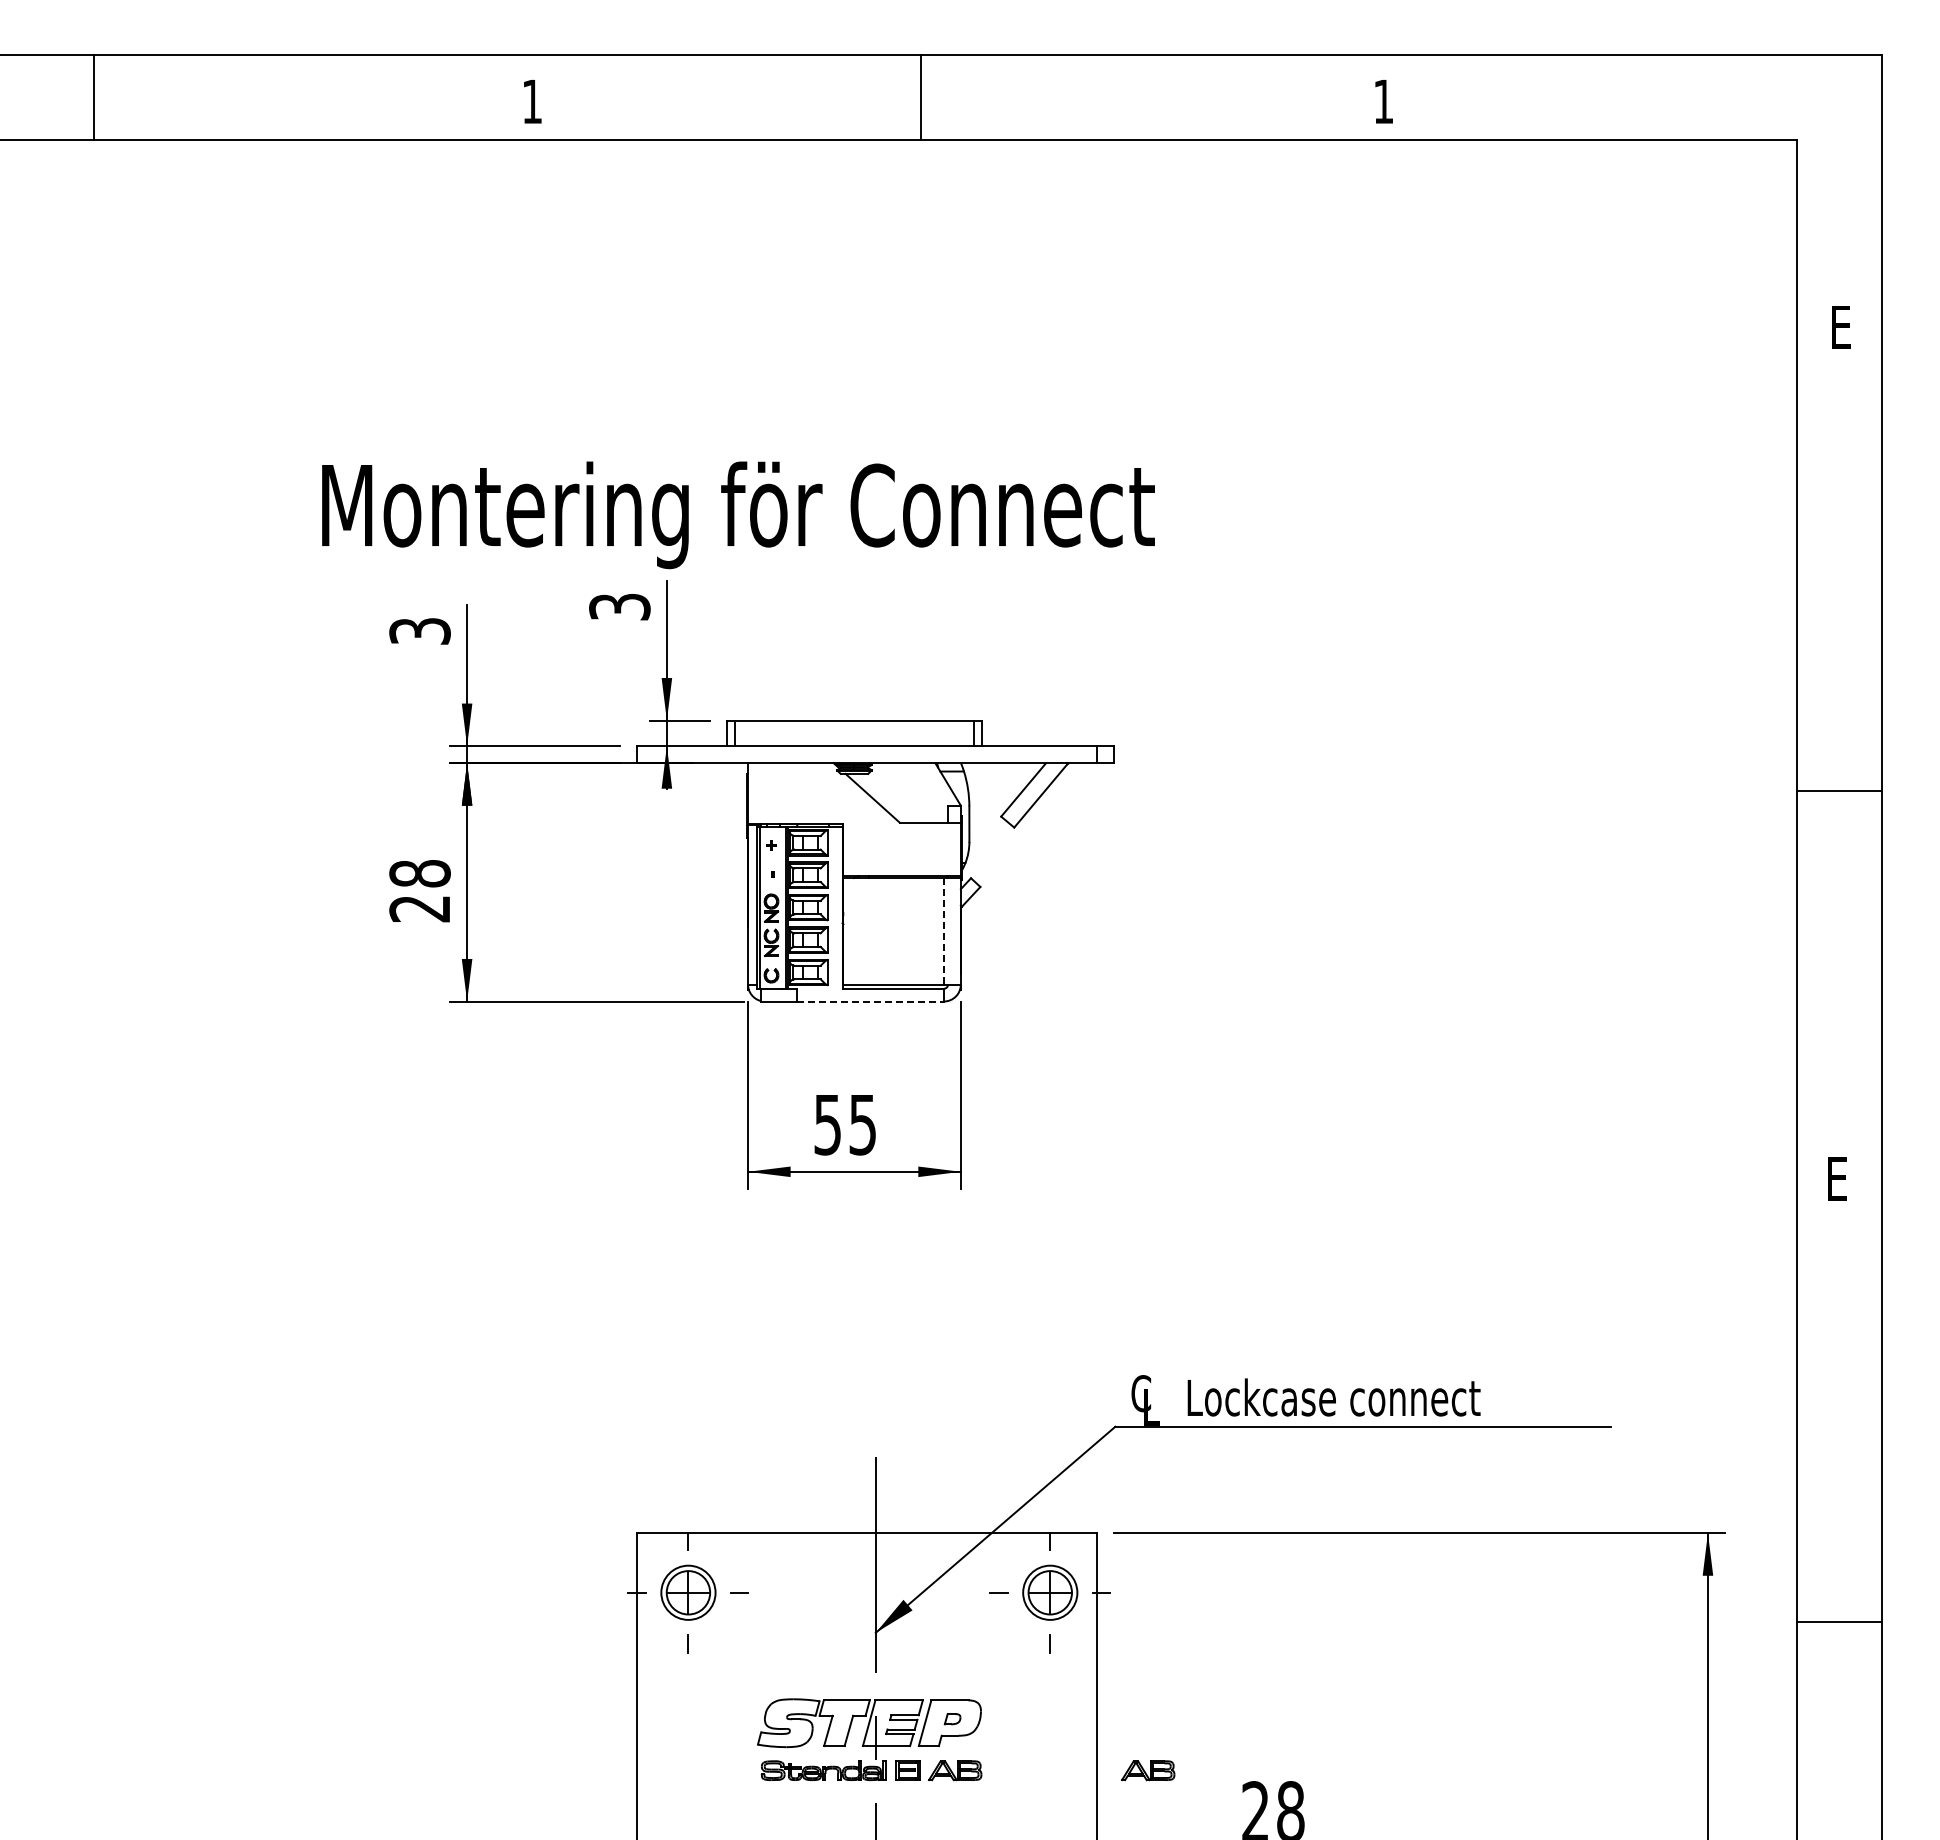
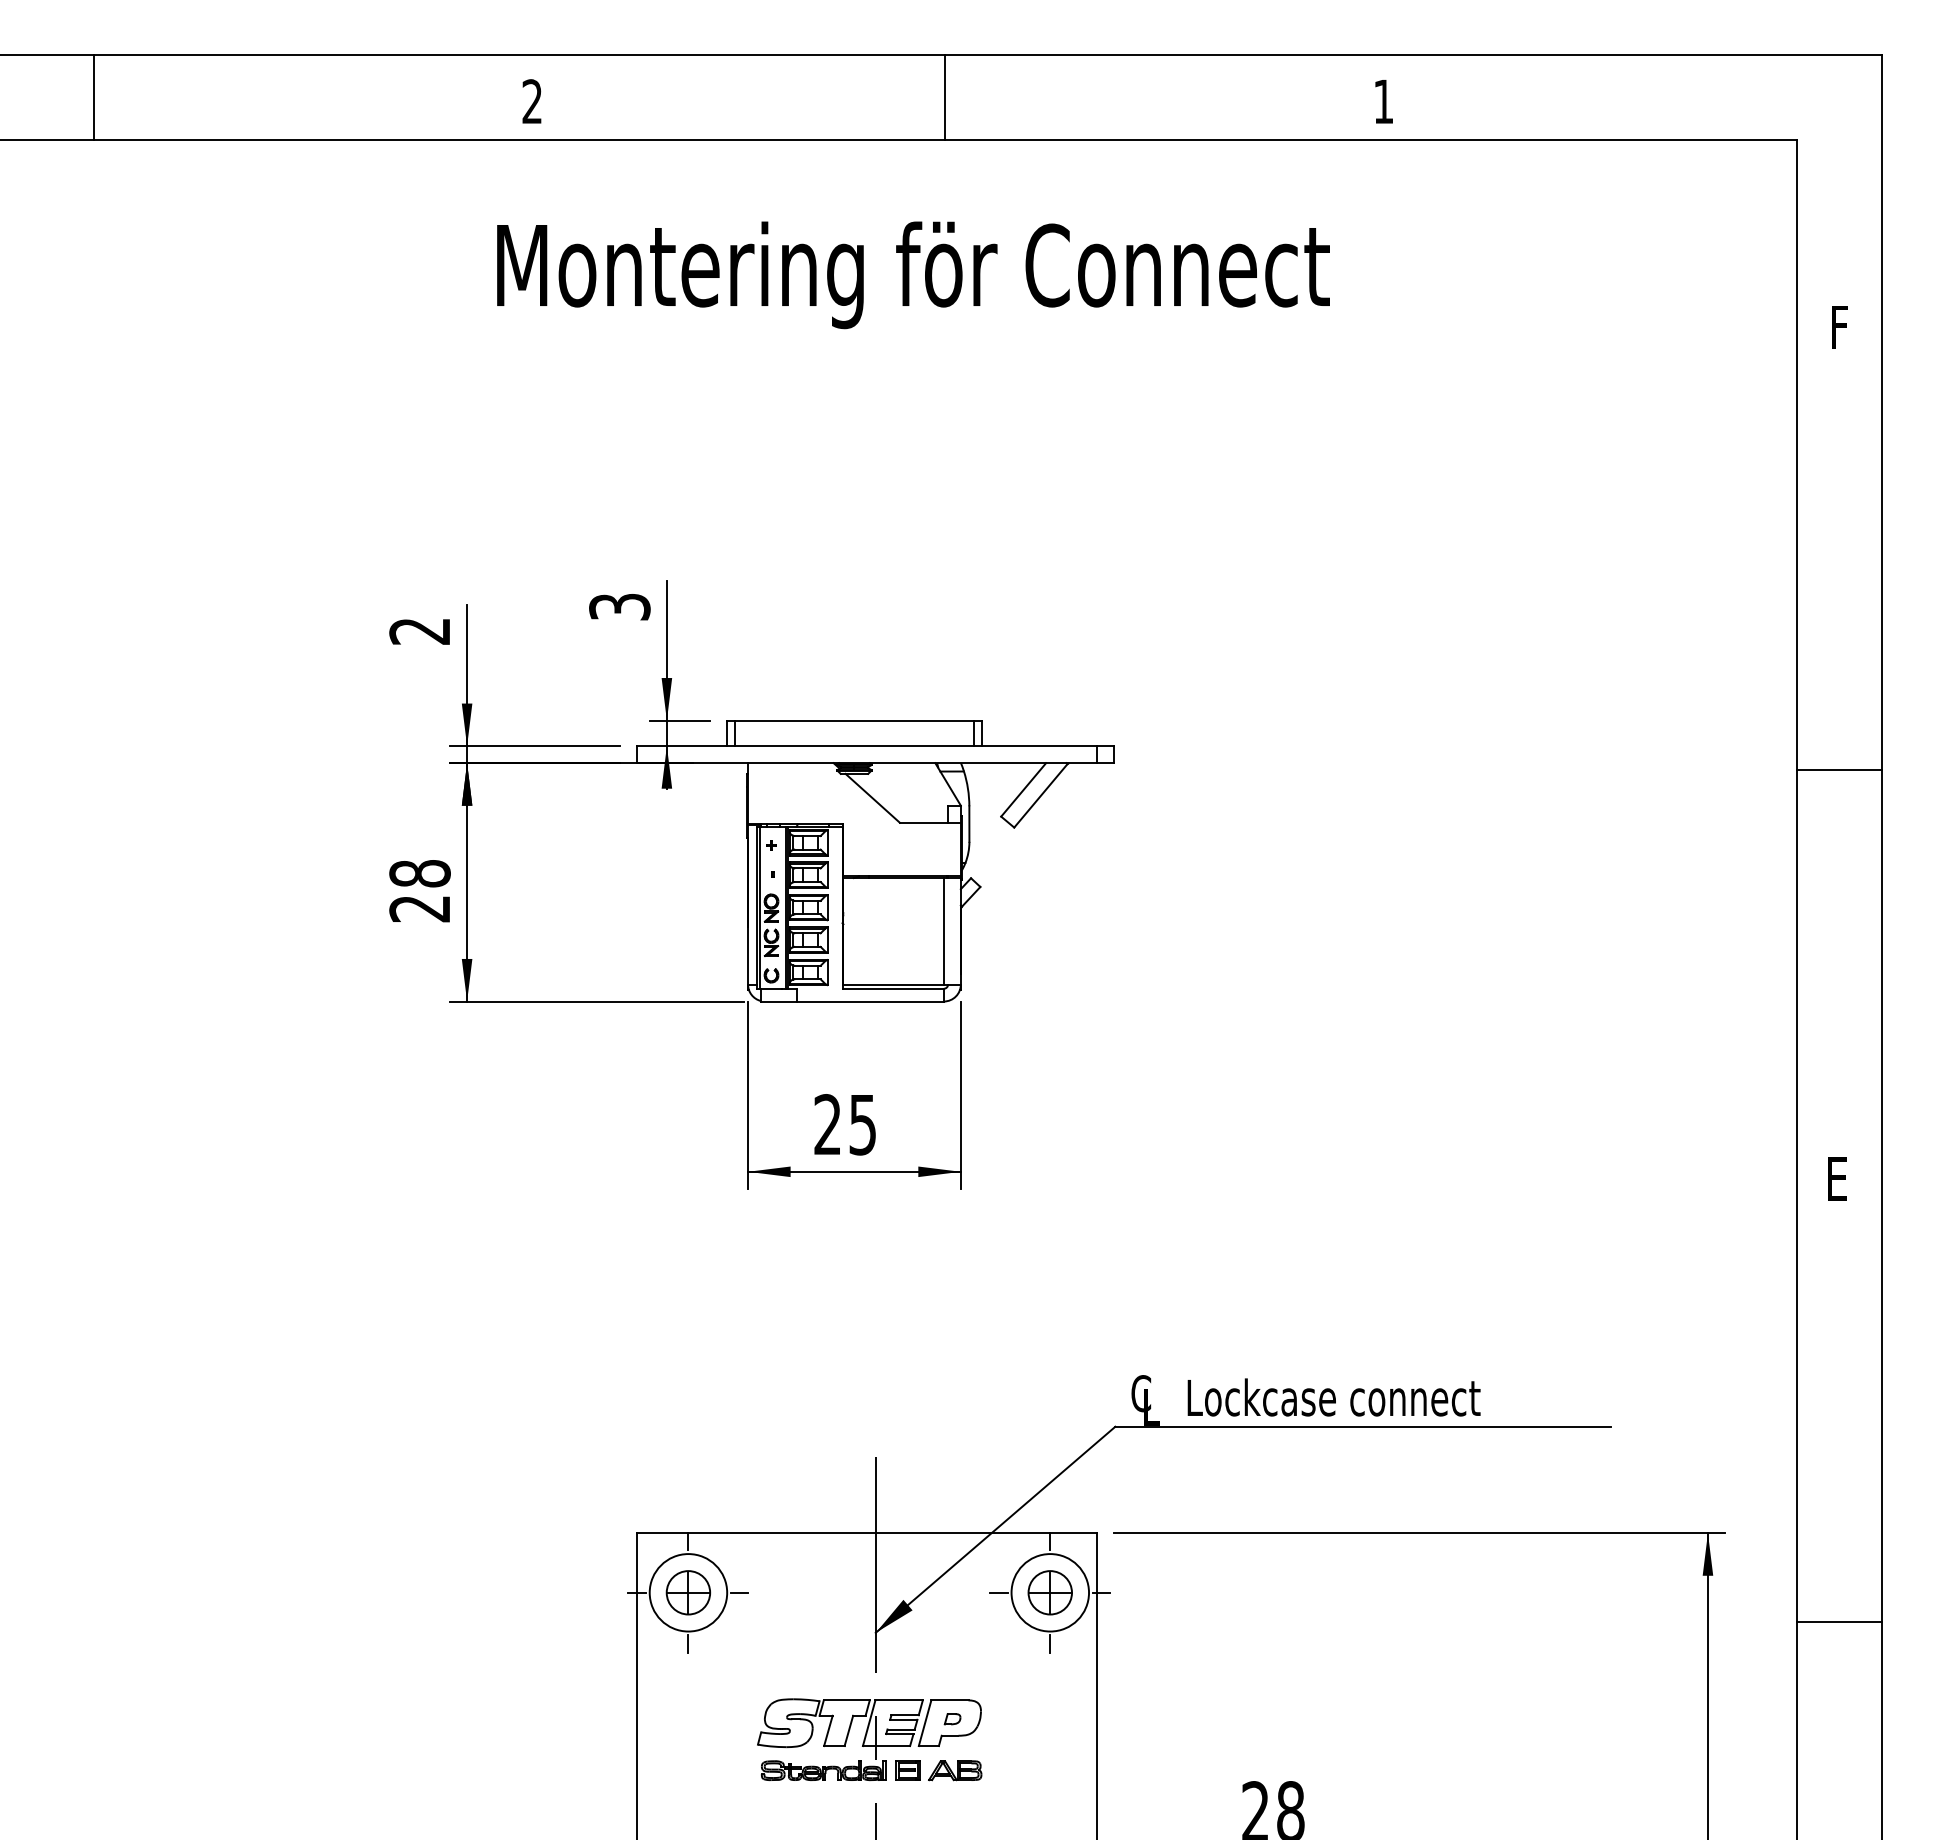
line at (921, 97) position: (921, 97) -> (945, 97)
text at (531, 101): 1 -> 2
text at (1843, 327): E -> F
text at (738, 515) position: (738, 515) -> (913, 275)
text at (419, 631): 3 -> 2
line at (1838, 791) position: (1838, 791) -> (1838, 770)
line at (943, 931): dashed -> solid
line at (871, 1001): dashed -> solid
text at (827, 1124): 55 -> 25
circle at (688, 1592) diameter: 54 px -> 77 px
circle at (1050, 1592) diameter: 54 px -> 77 px
part at (1148, 1770): present -> none
